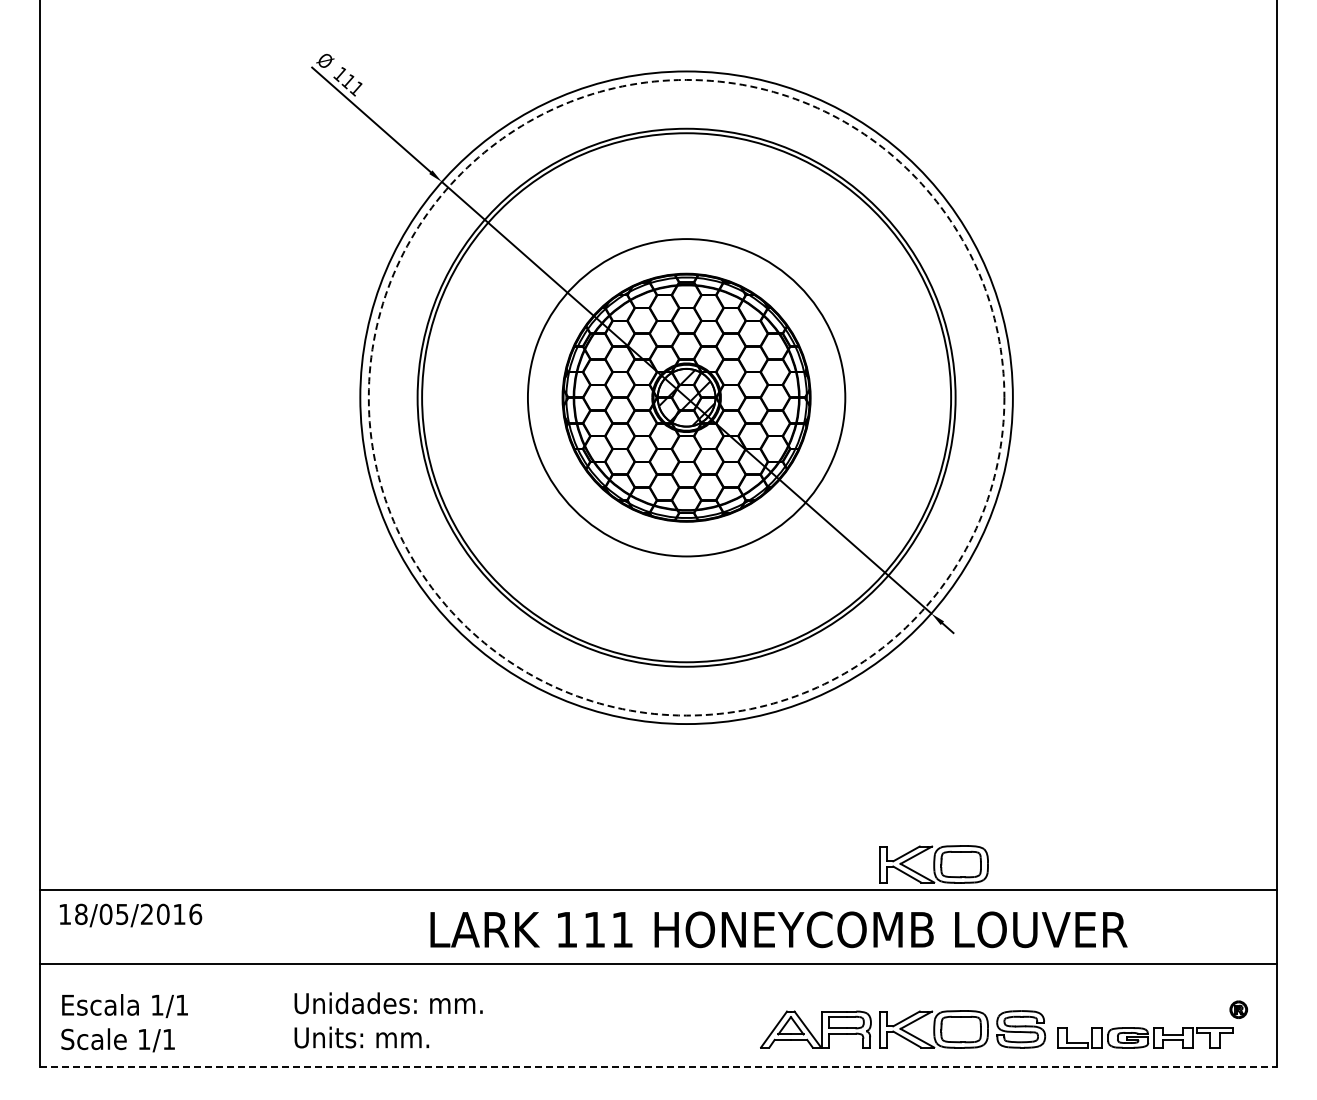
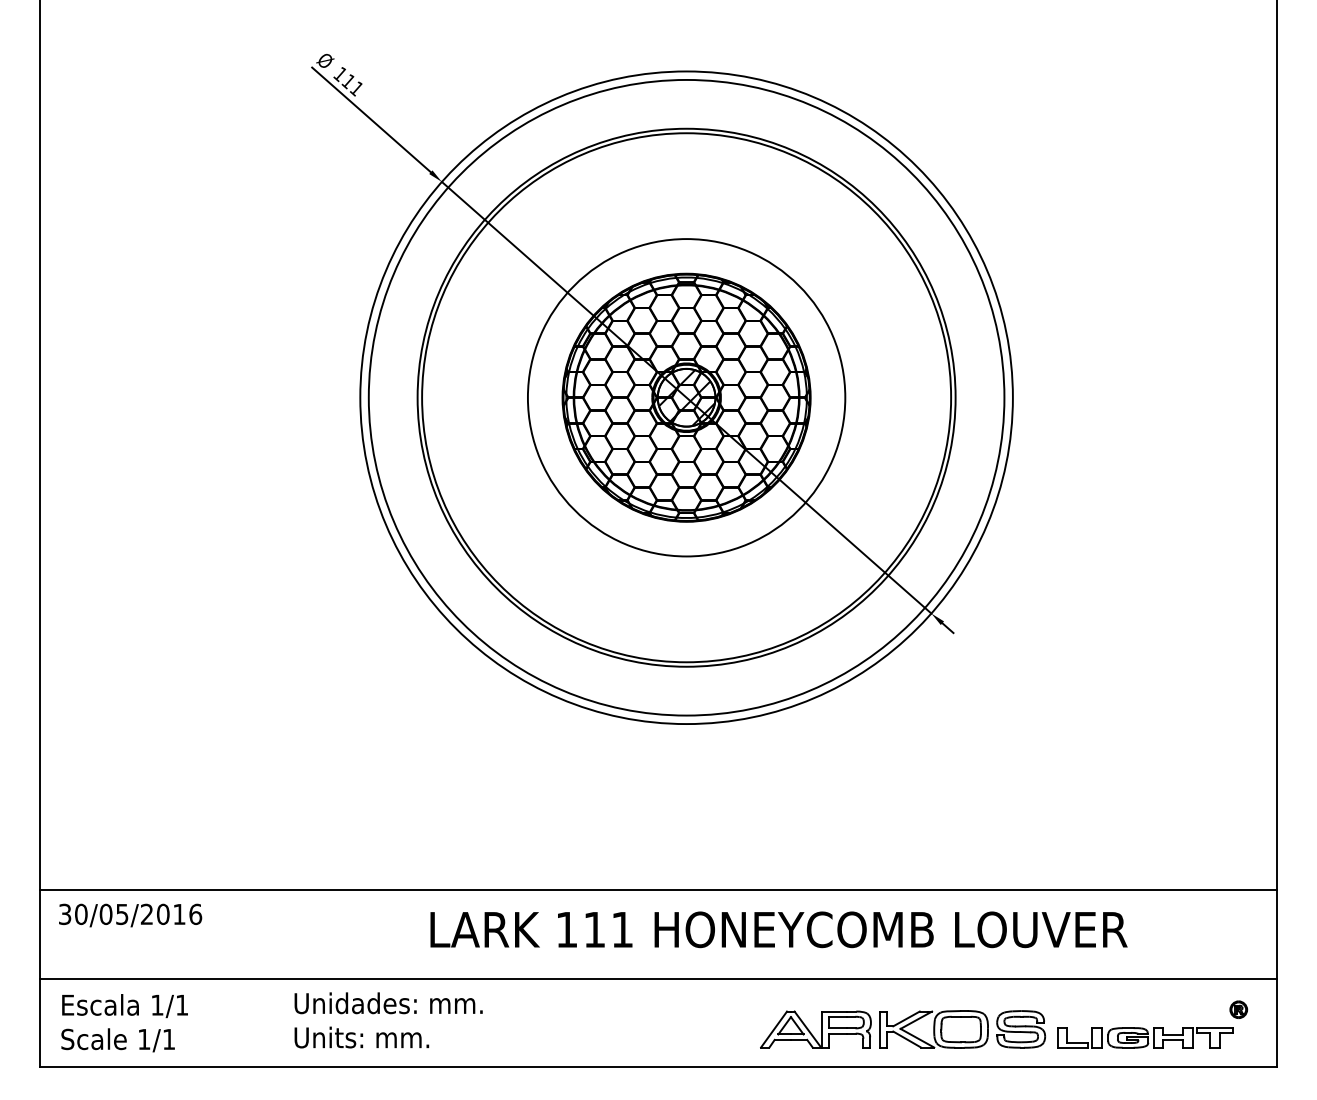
circle at (686, 397): dashed -> solid
part at (933, 864): present -> none
text at (73, 914): 18/05/2016 -> 30/05/2016
line at (658, 963) position: (658, 963) -> (658, 978)
line at (658, 1067): dashed -> solid
